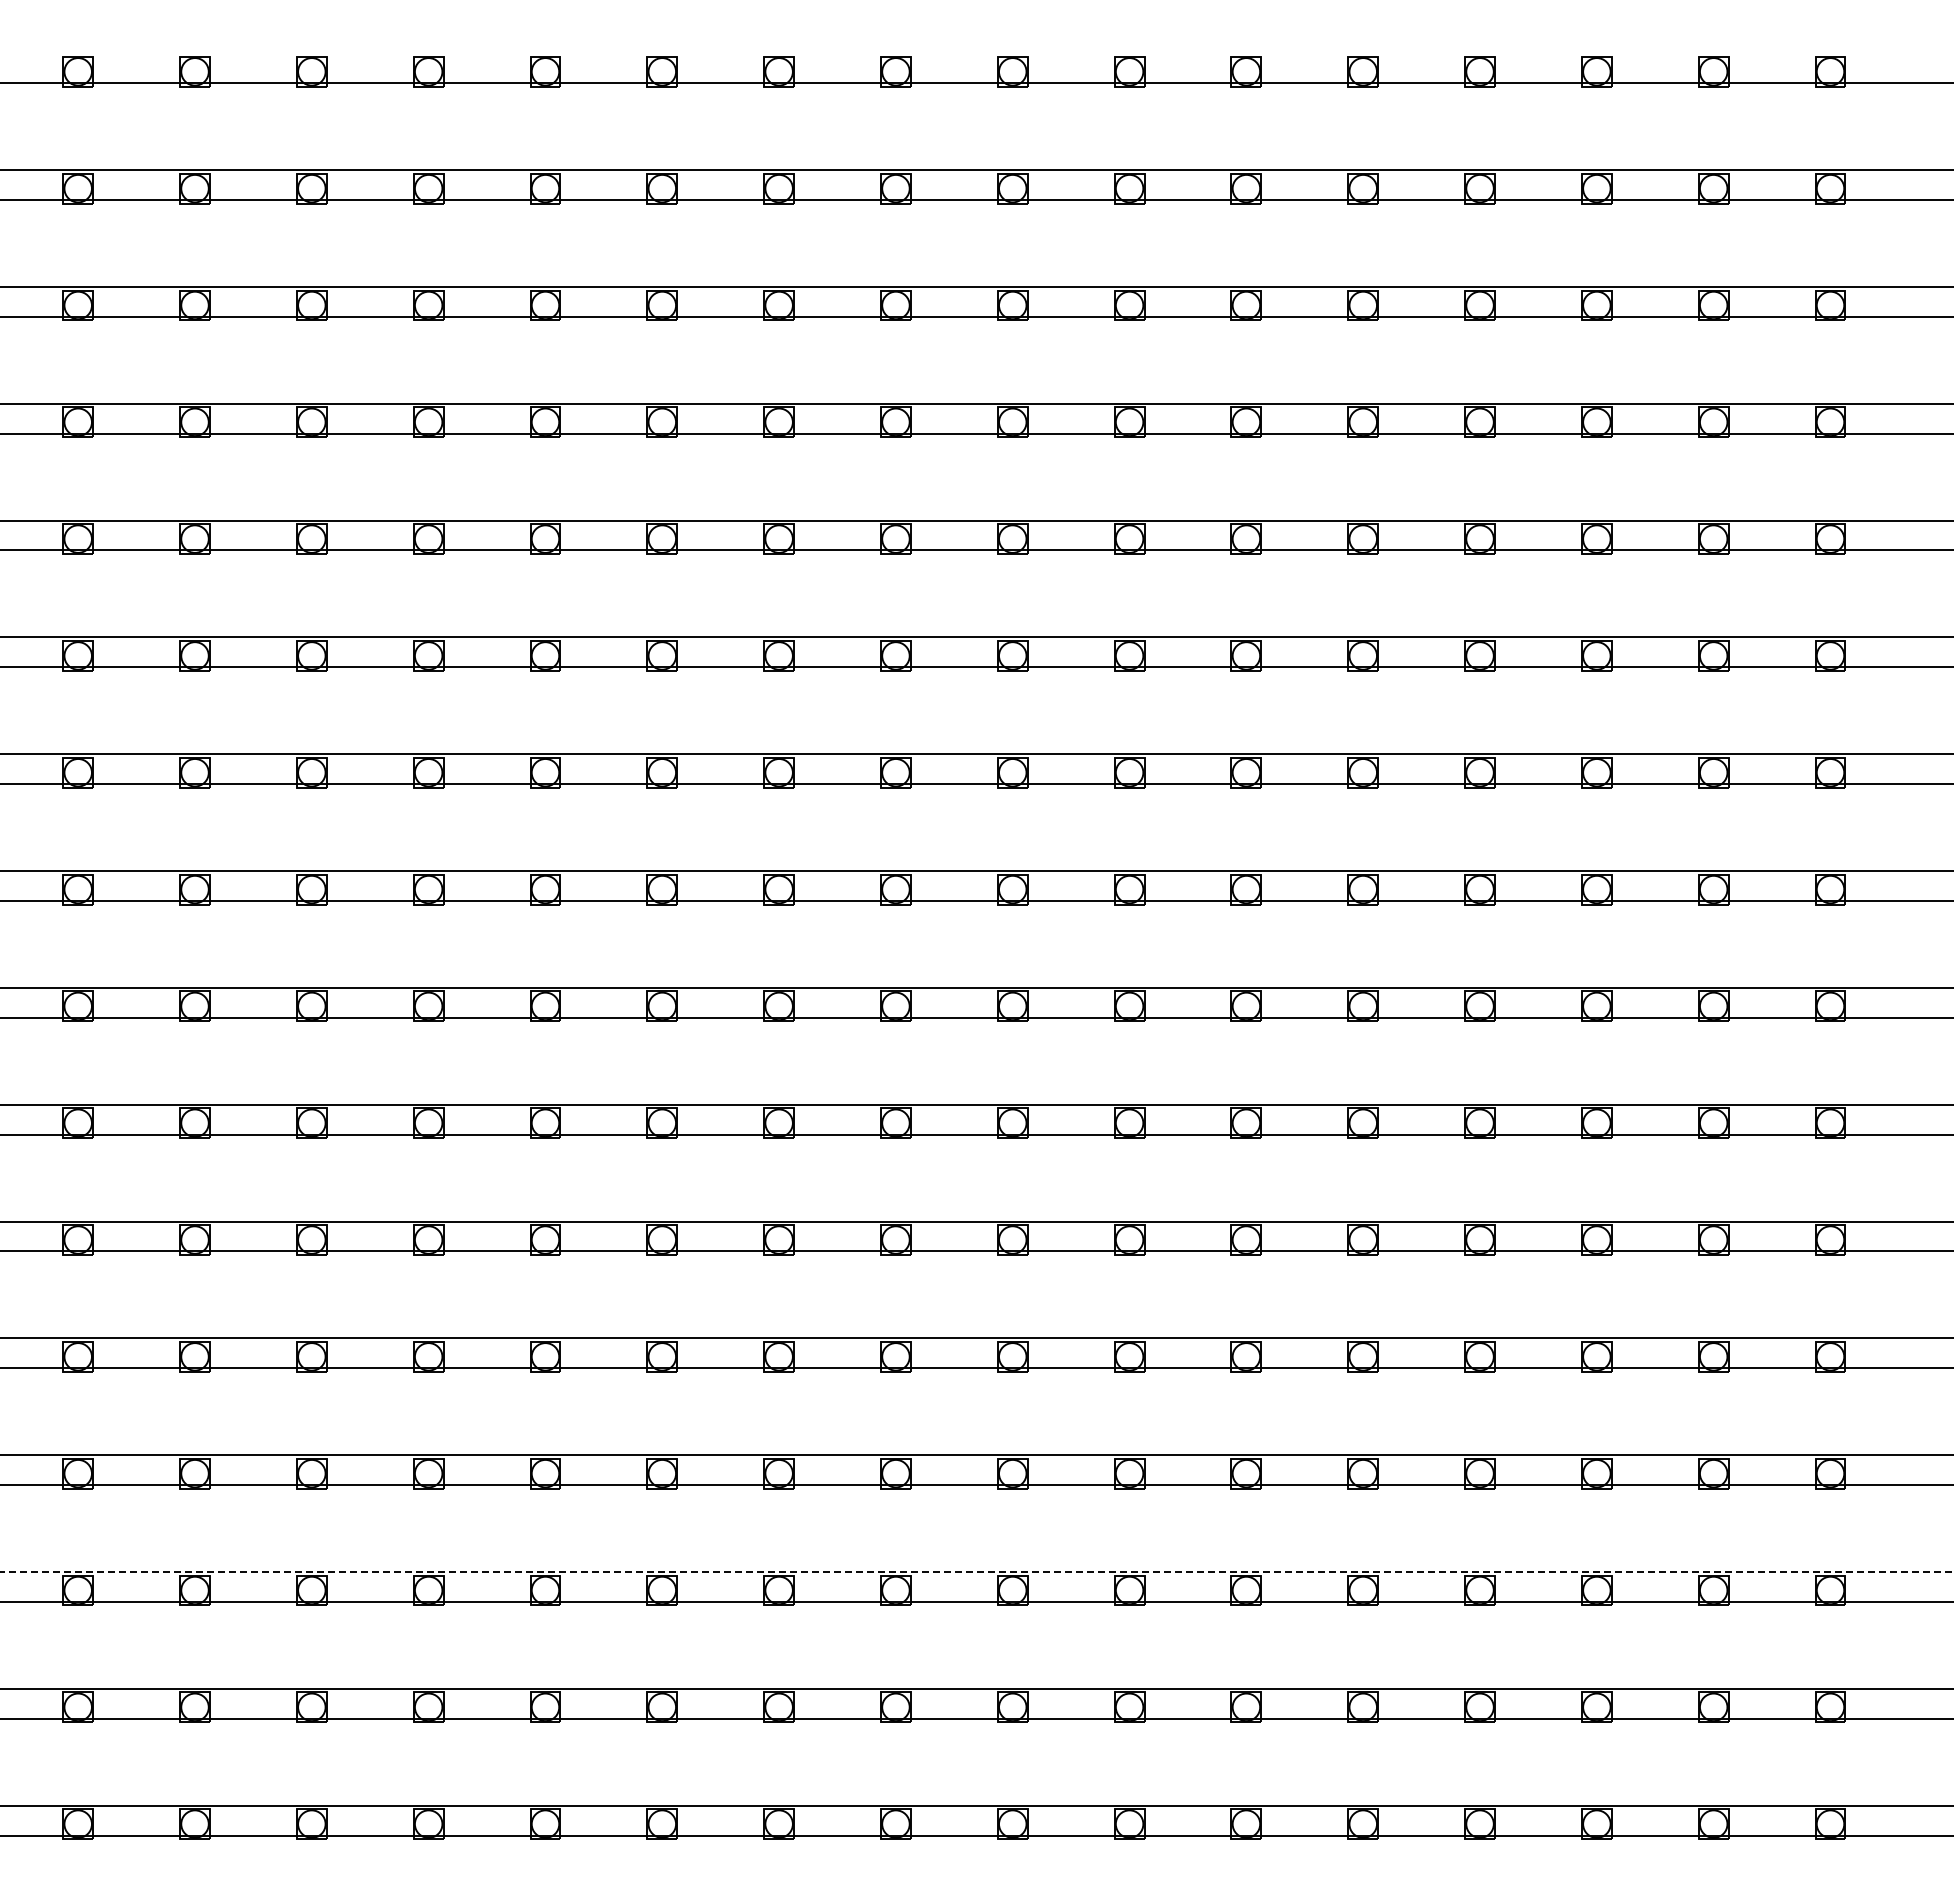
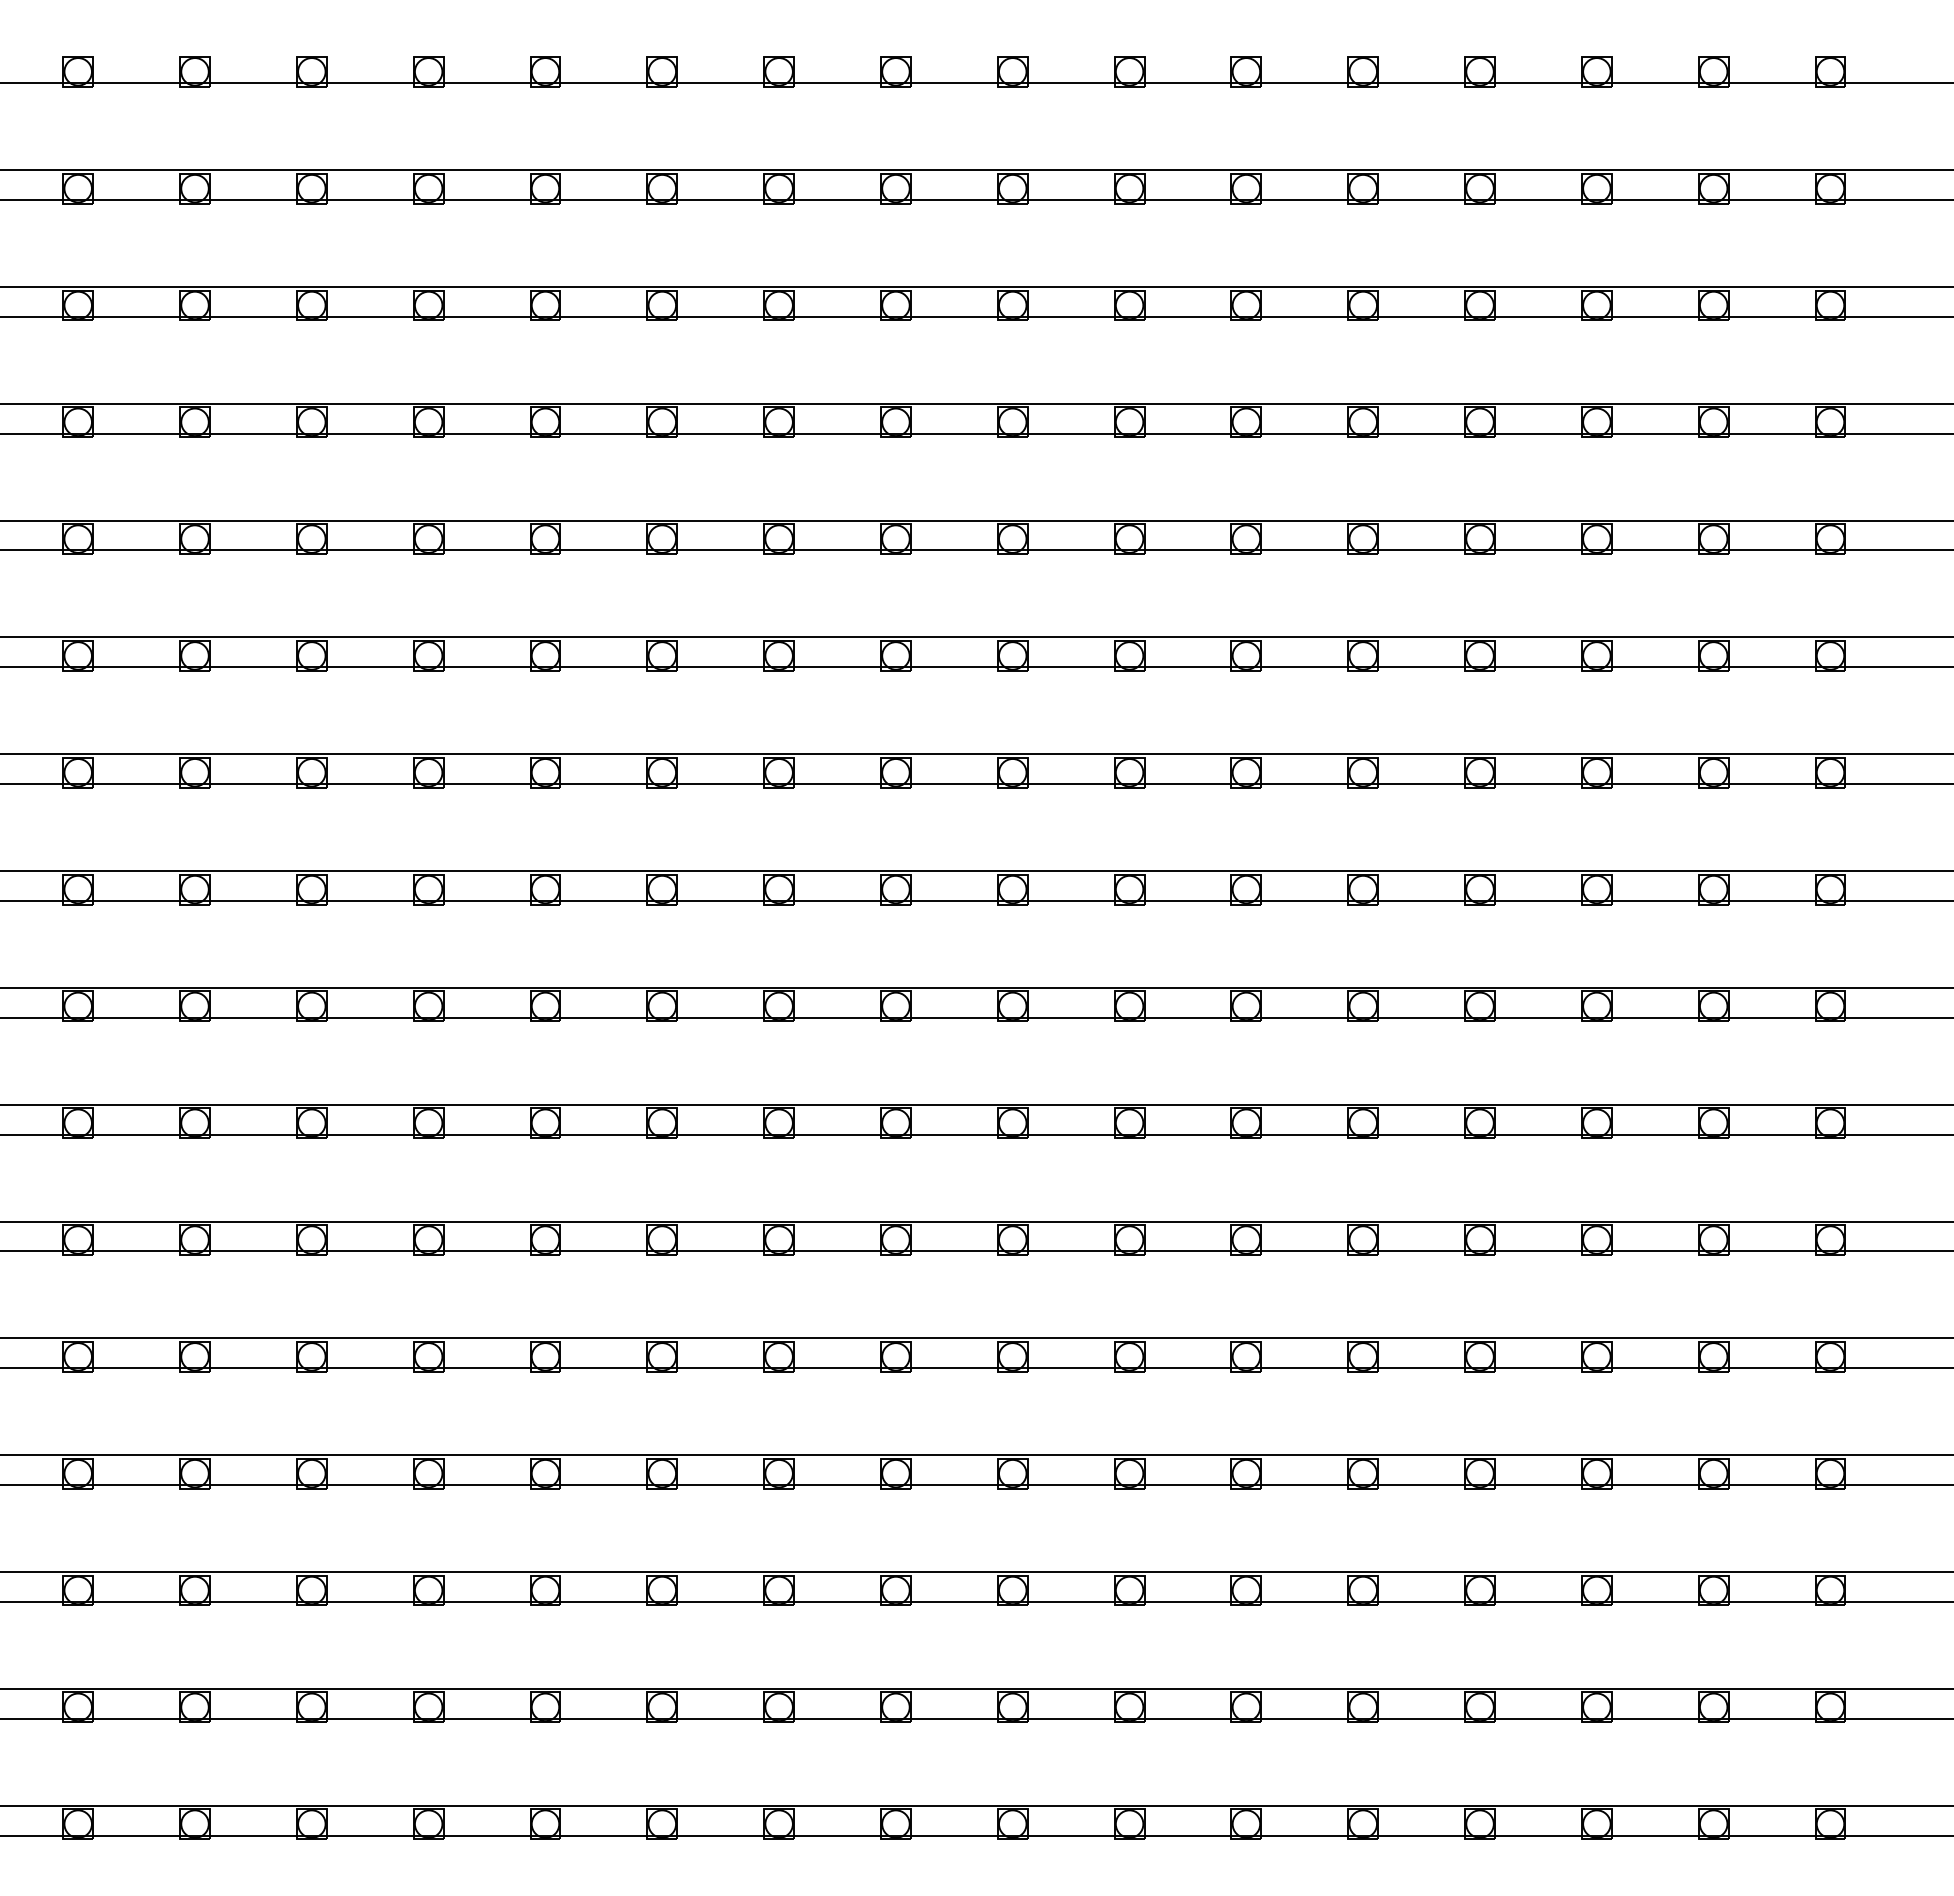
line at (977, 1571): dashed -> solid
